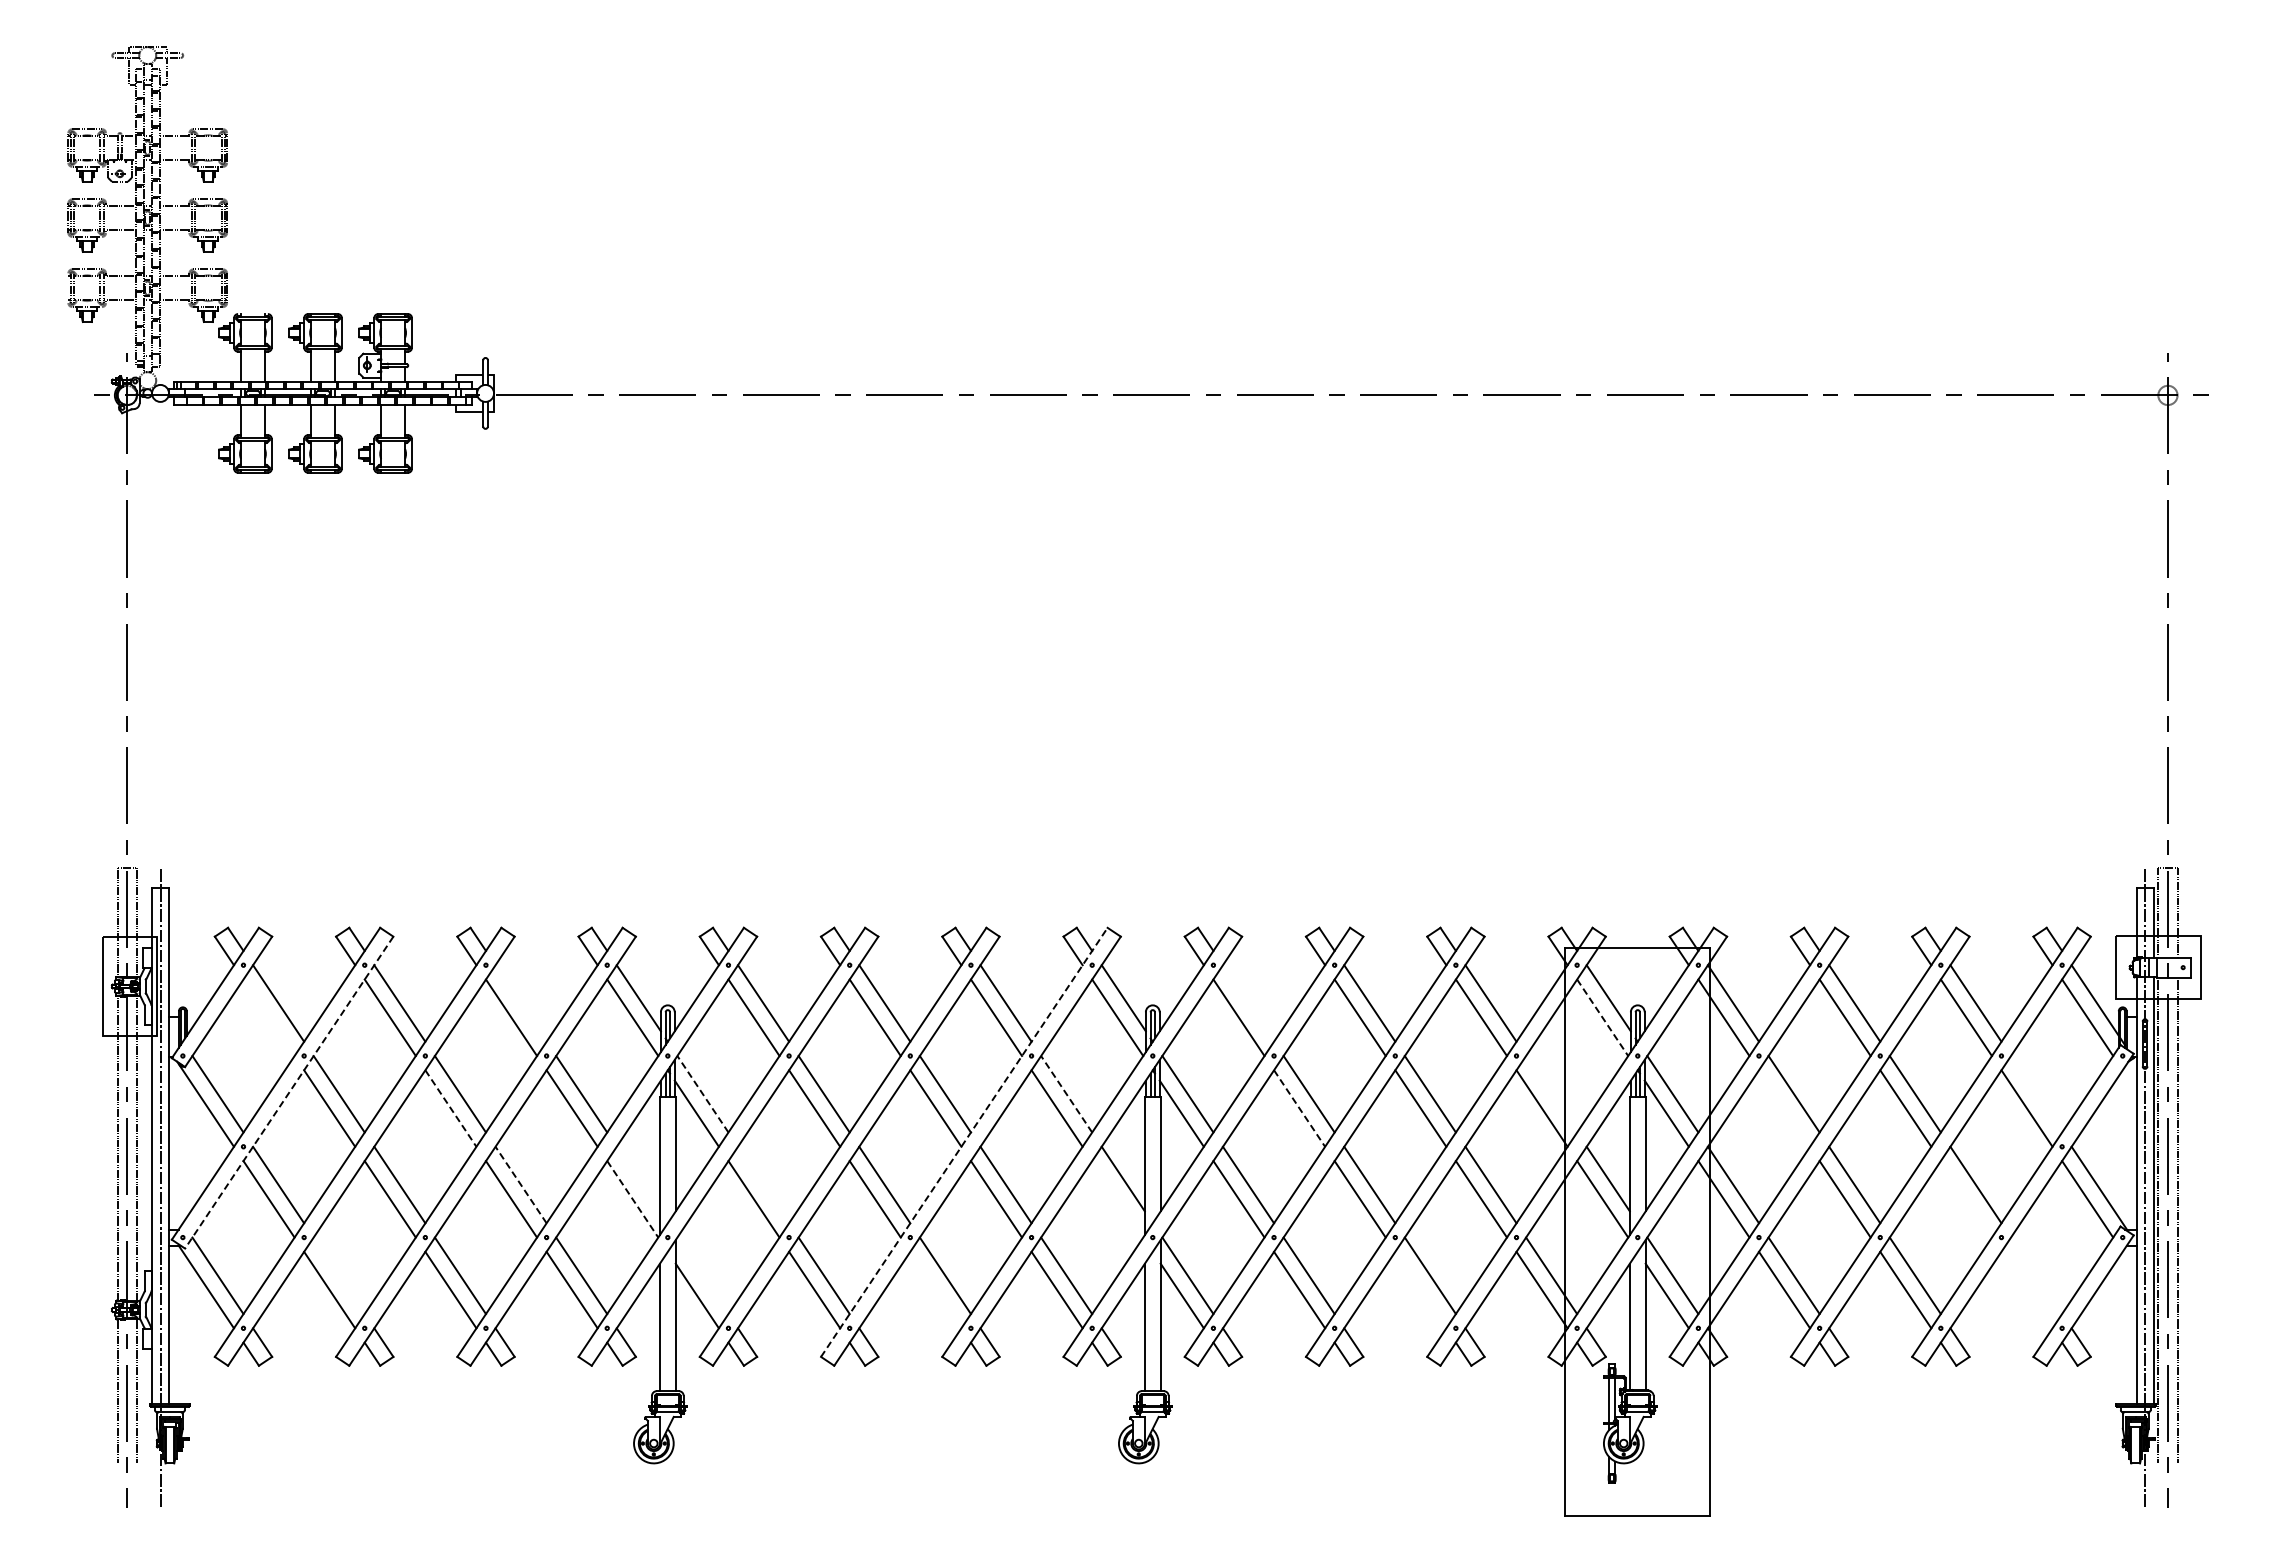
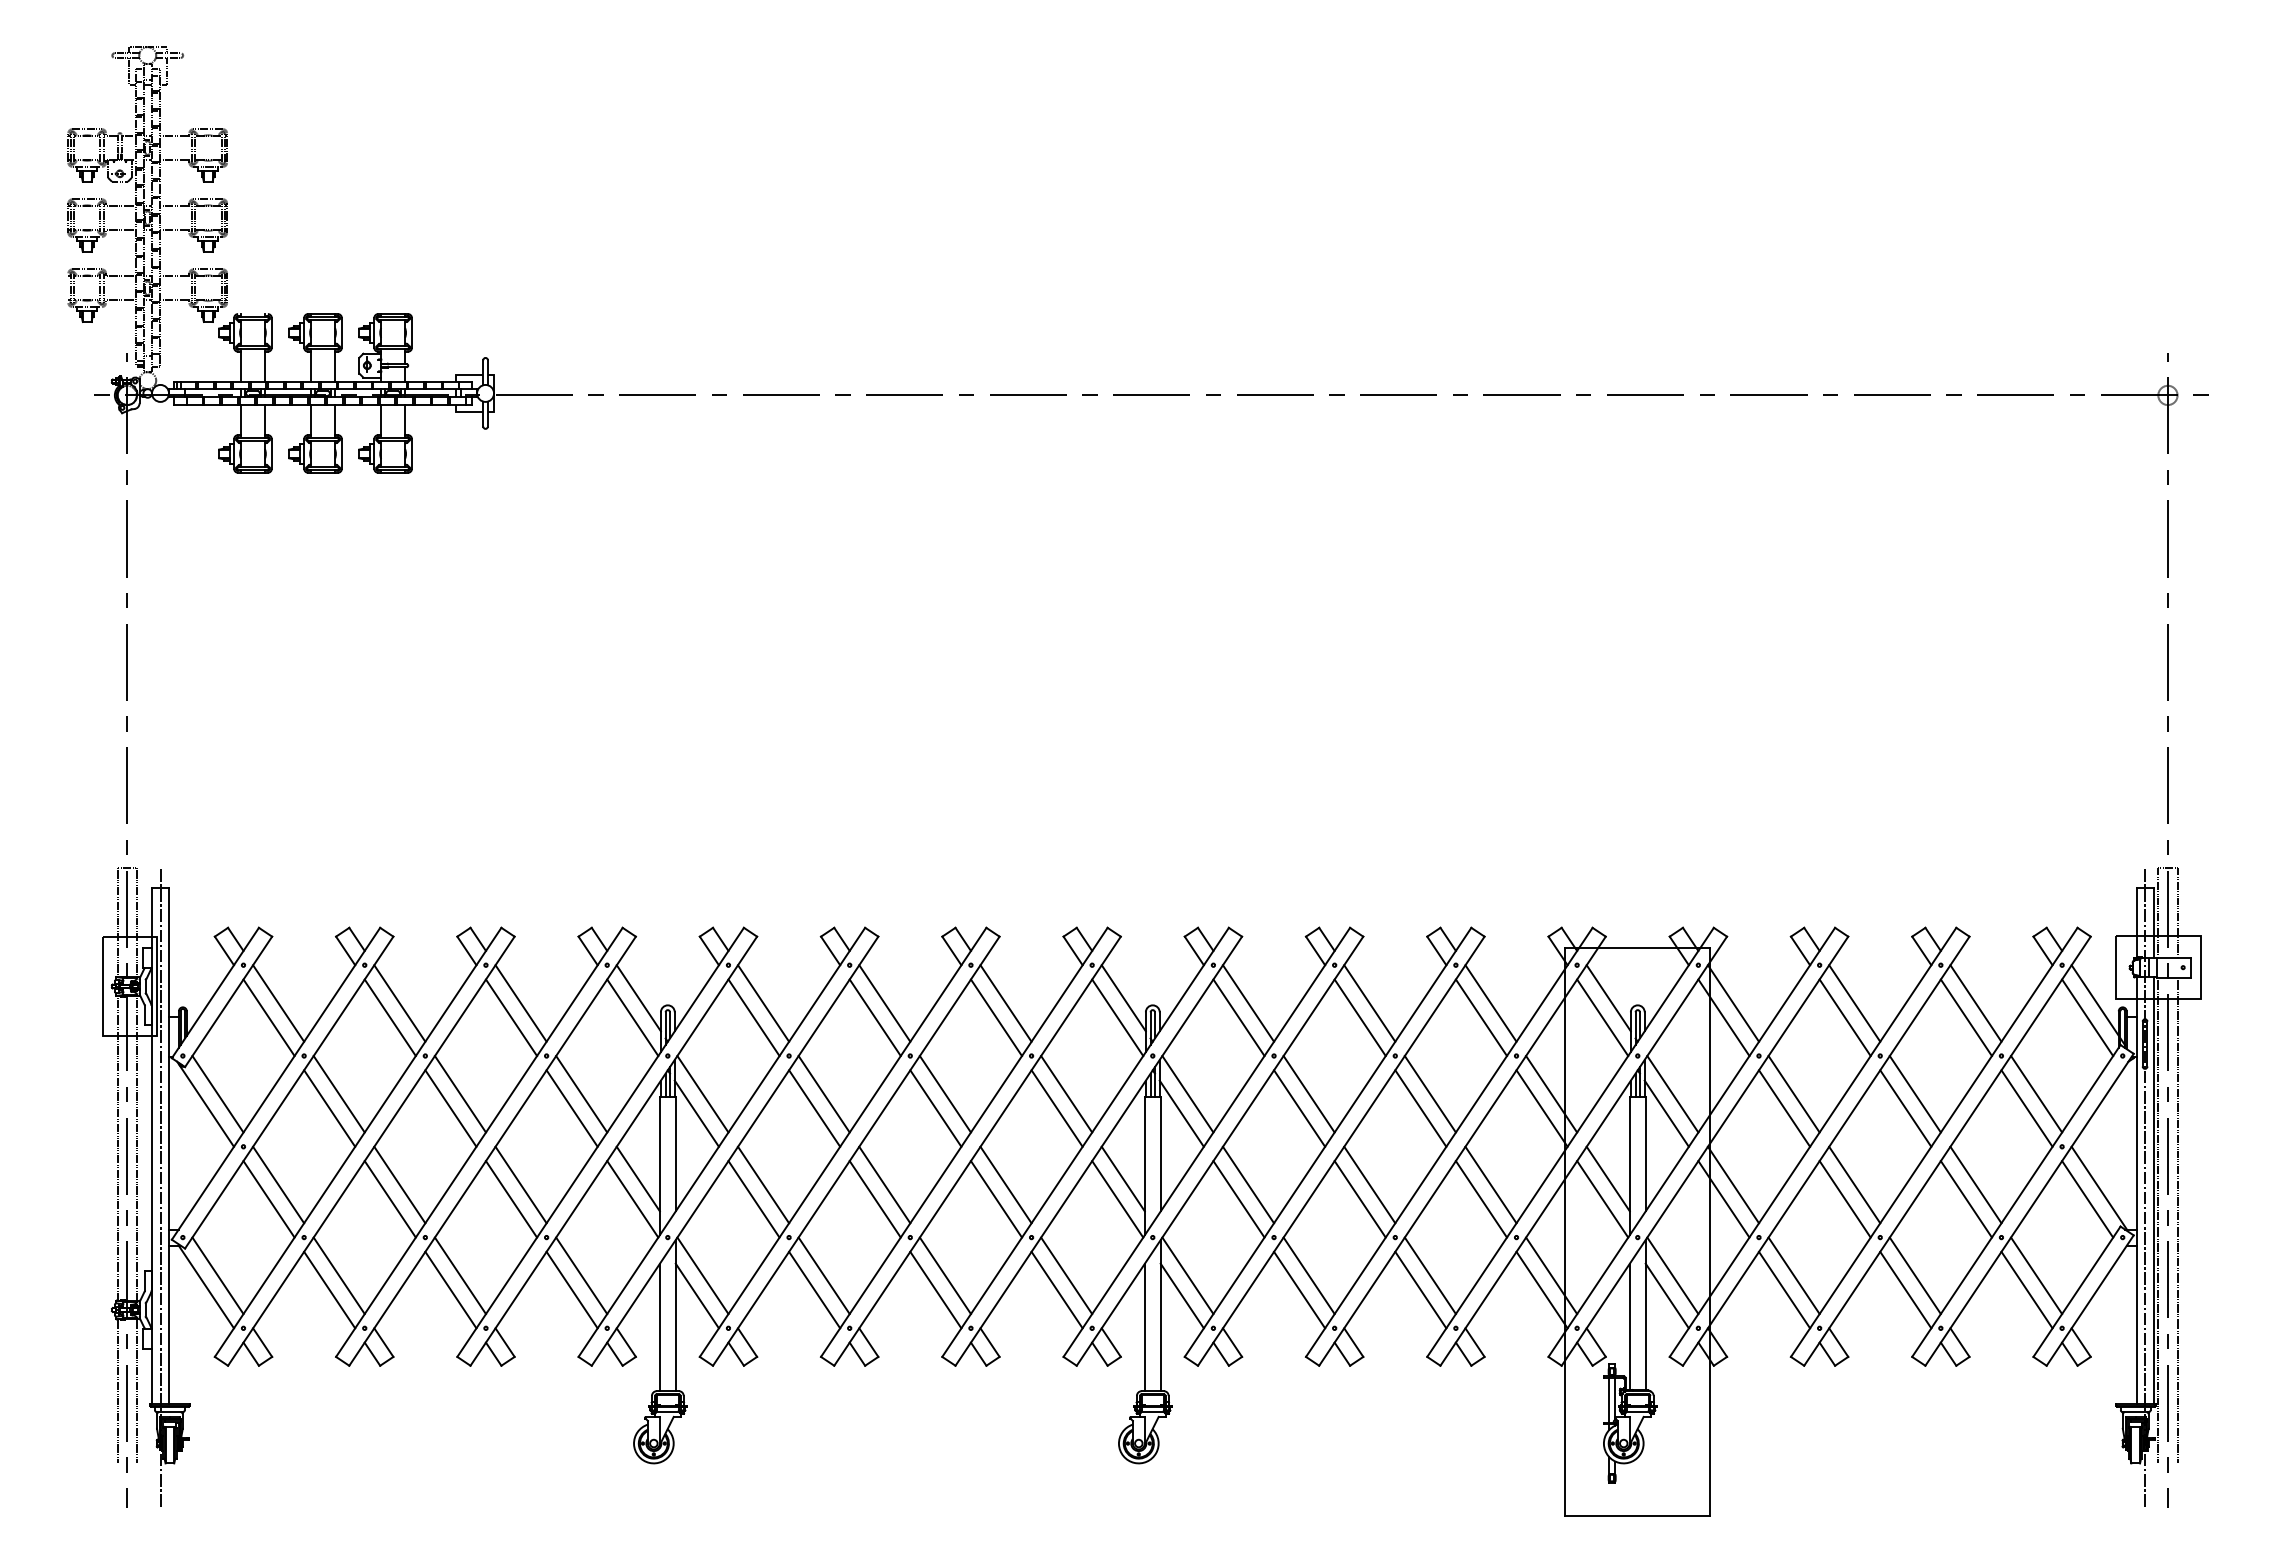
line at (520, 1003): none -> present
line at (1248, 1003): none -> present
line at (268, 1017): none -> present
line at (1602, 1017): dashed -> solid
line at (289, 1092): dashed -> solid
line at (702, 1094): dashed -> solid
line at (1066, 1094): dashed -> solid
line at (1551, 1094): none -> present
line at (2036, 1094): none -> present
line at (450, 1108): dashed -> solid
line at (1299, 1108): dashed -> solid
line at (1784, 1108): none -> present
line at (964, 1142): dashed -> solid
line at (637, 1178): none -> present
line at (763, 1184): none -> present
line at (521, 1185): dashed -> solid
line at (632, 1199): dashed -> solid
line at (1117, 1199): none -> present
line at (1965, 1199): none -> present
line at (338, 1275): none -> present
line at (702, 1275): none -> present
line at (2036, 1275): none -> present
line at (935, 1289): none -> present
line at (1420, 1289): none -> present
line at (2026, 1289): none -> present
